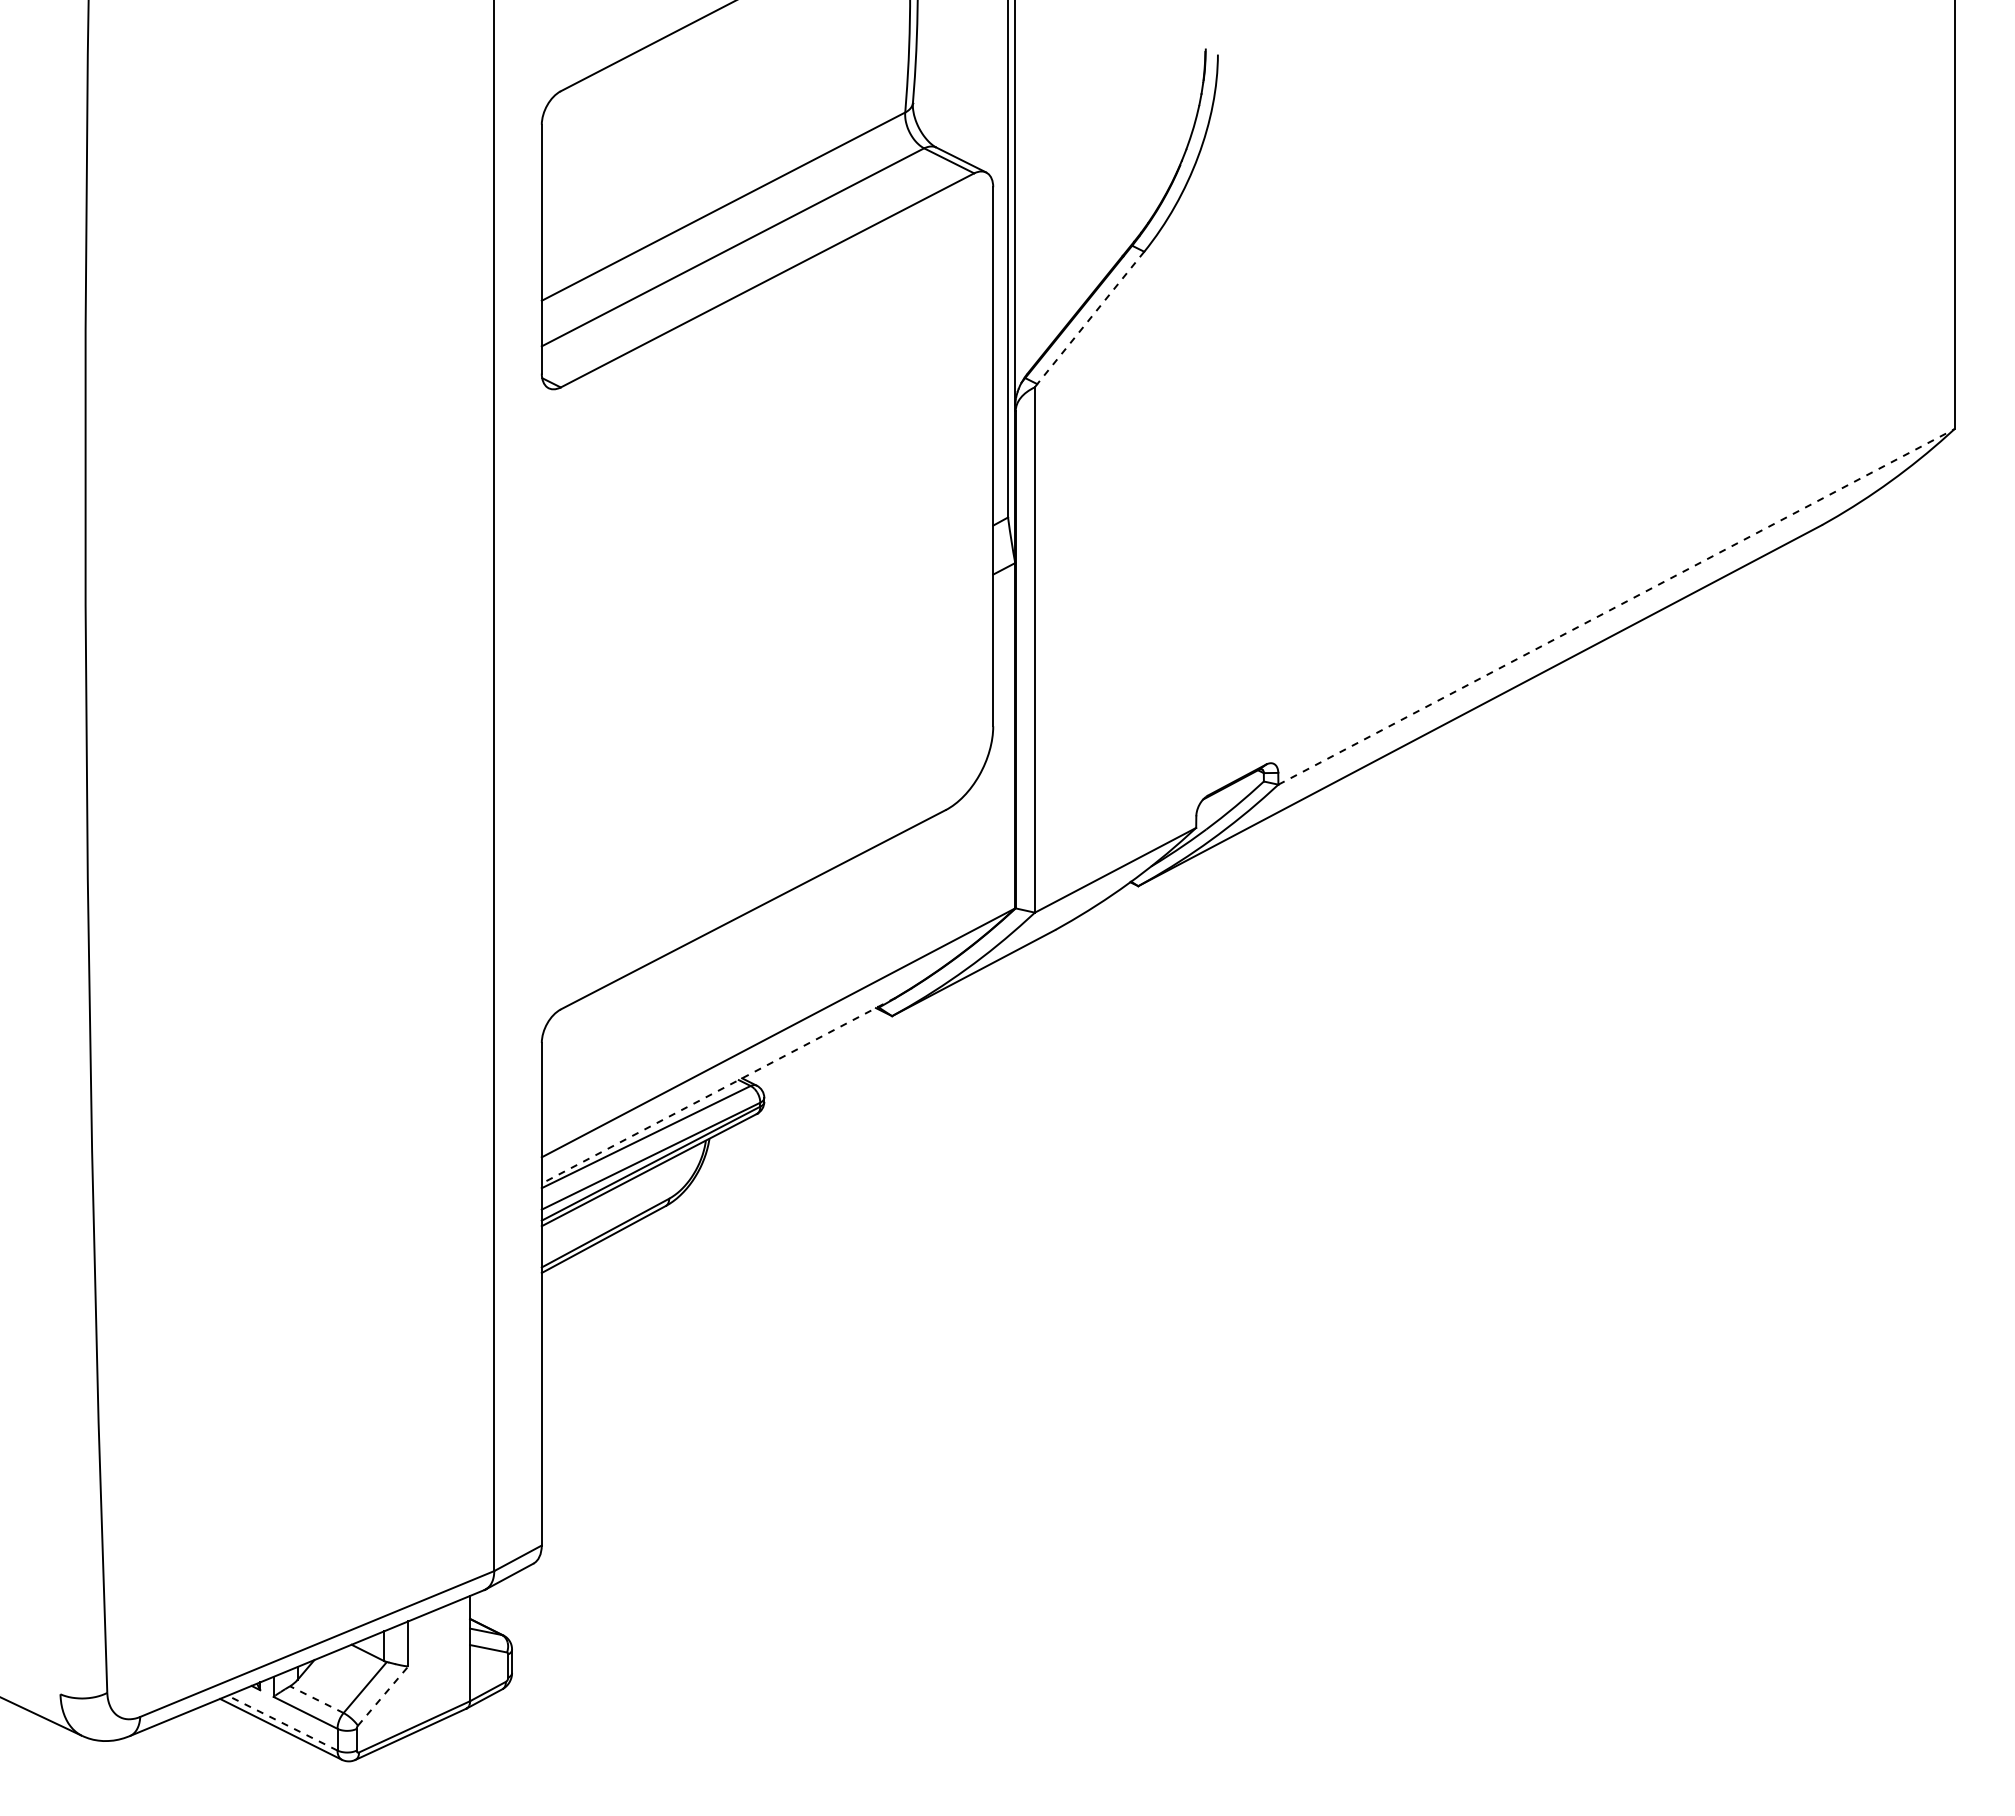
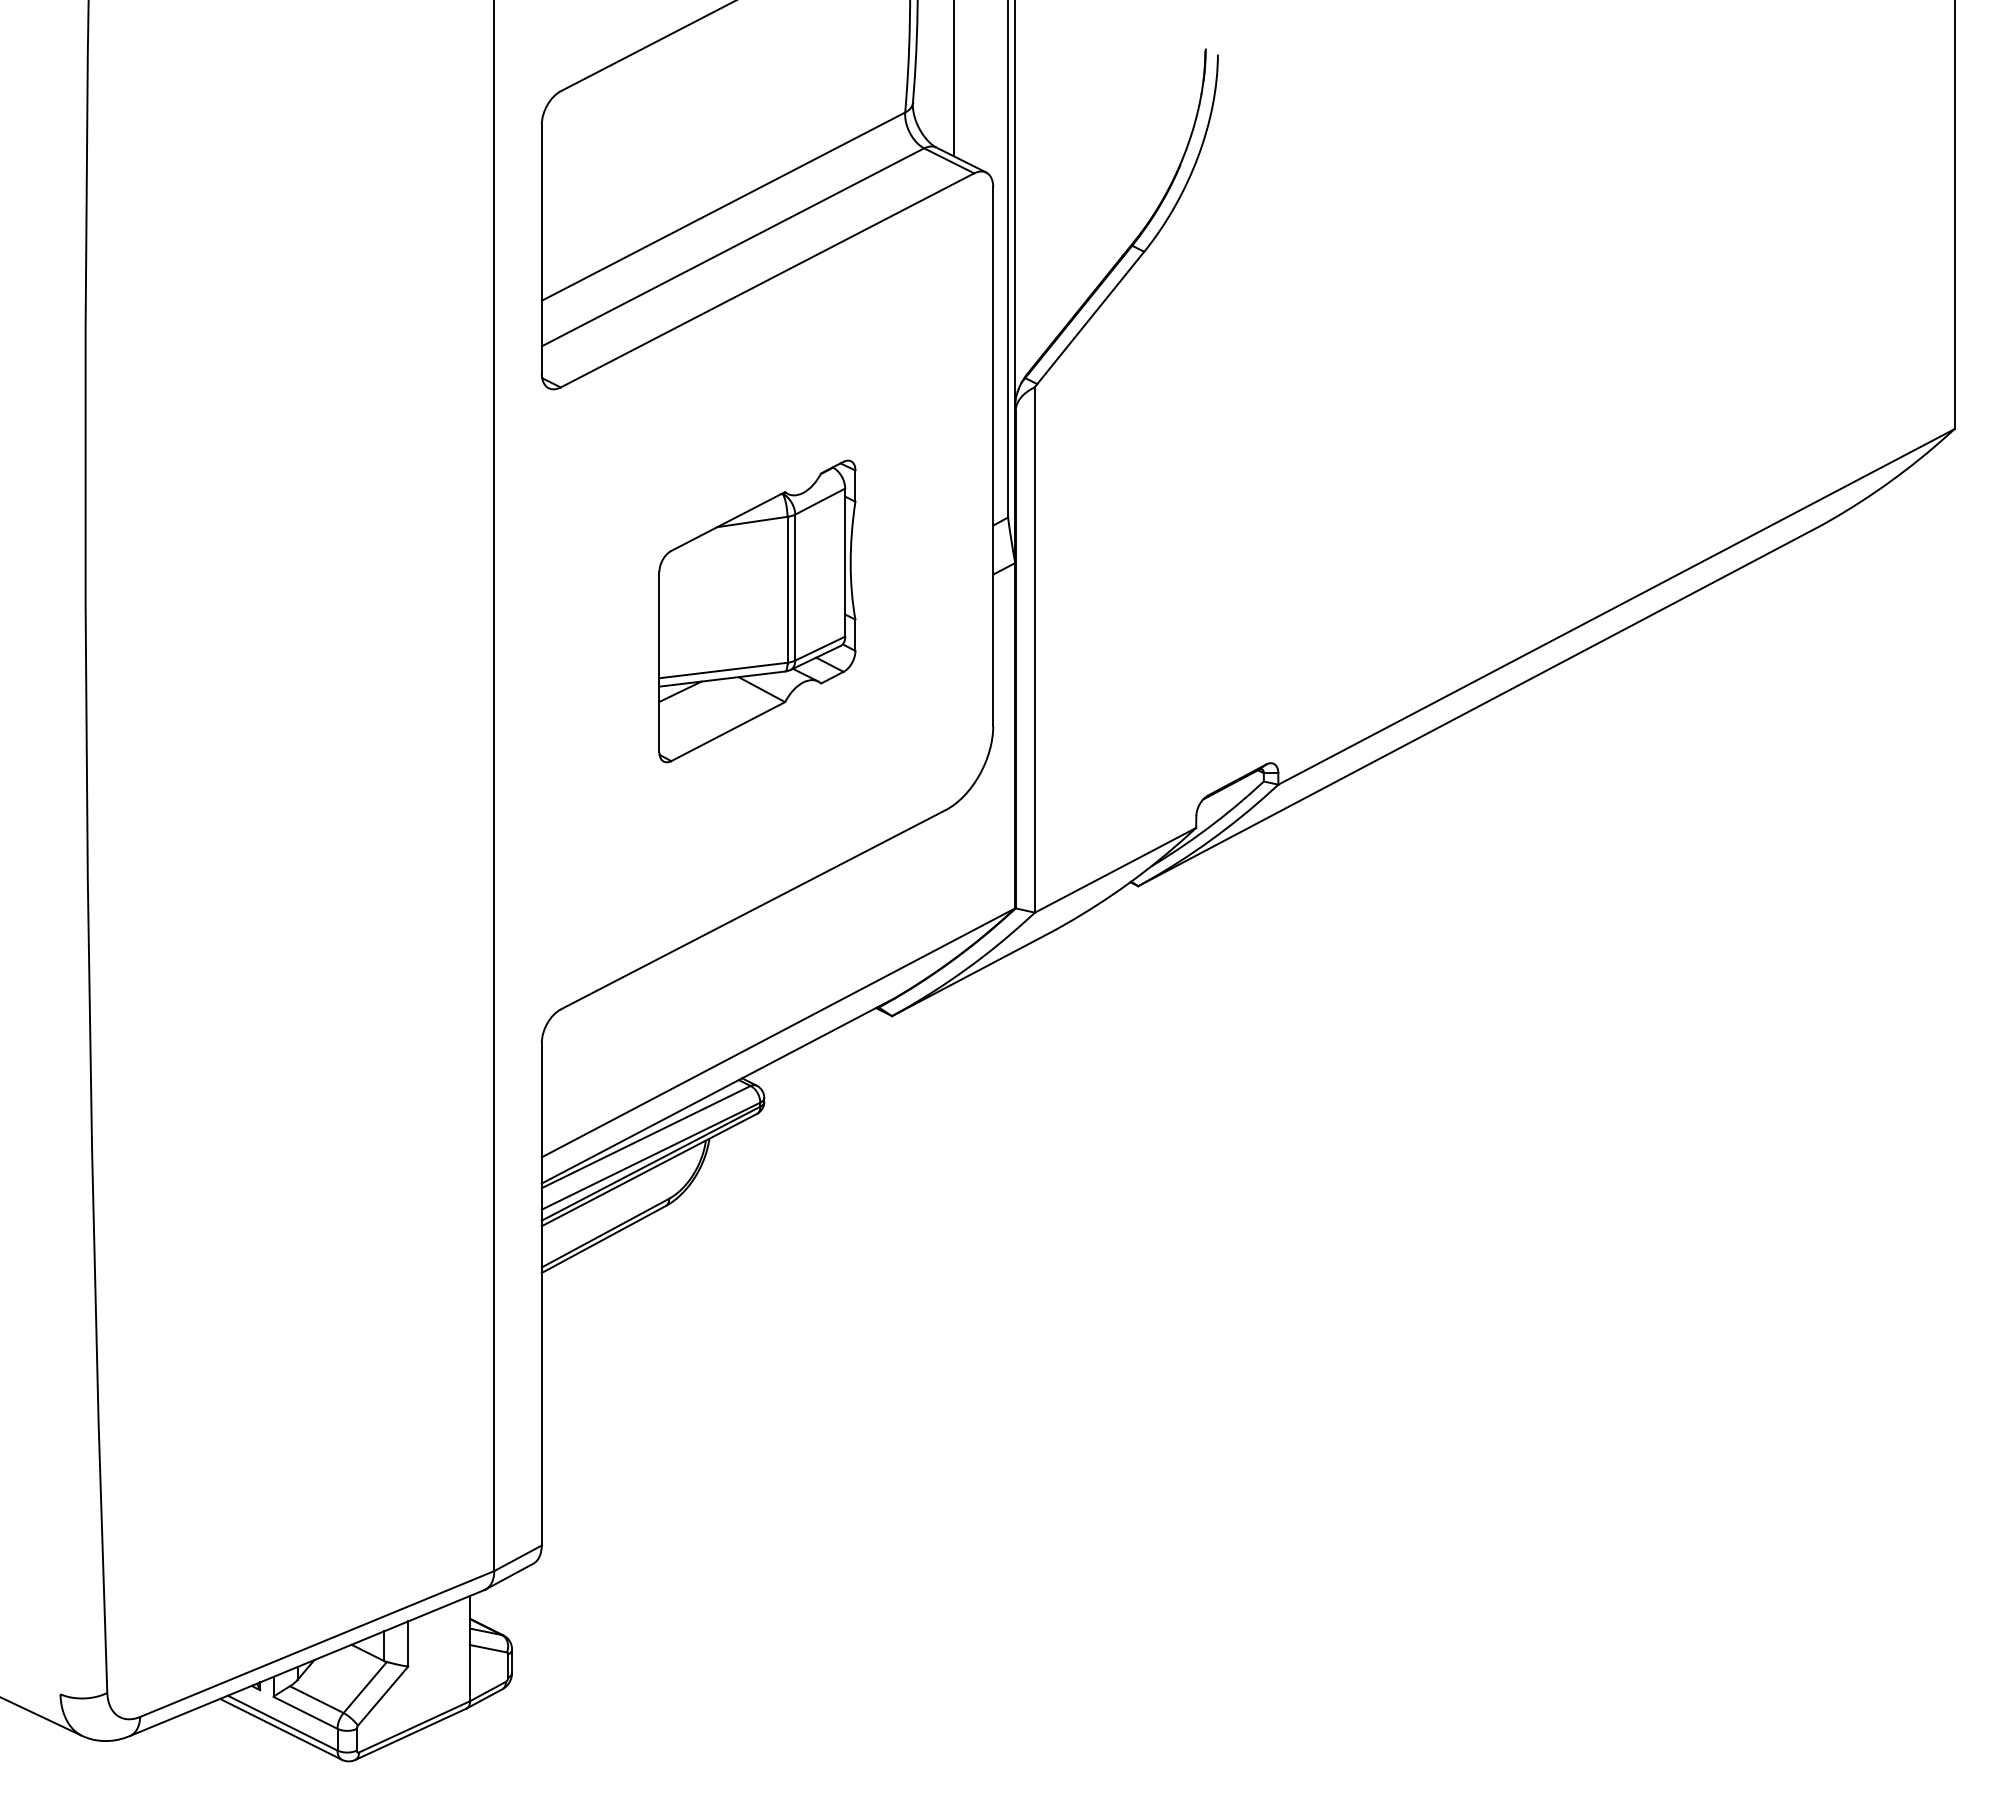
line at (953, 79): none -> present
line at (1090, 318): dashed -> solid
line at (1616, 606): dashed -> solid
part at (757, 611): none -> present
line at (718, 1090): dashed -> solid
line at (383, 1696): dashed -> solid
line at (316, 1699): dashed -> solid
line at (282, 1722): dashed -> solid
